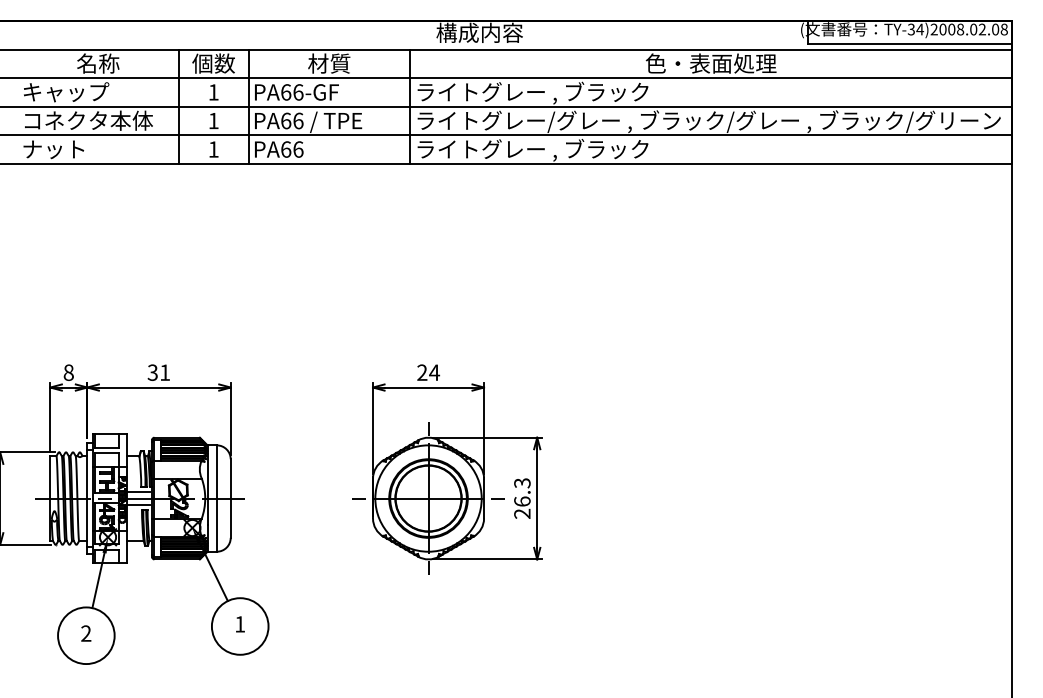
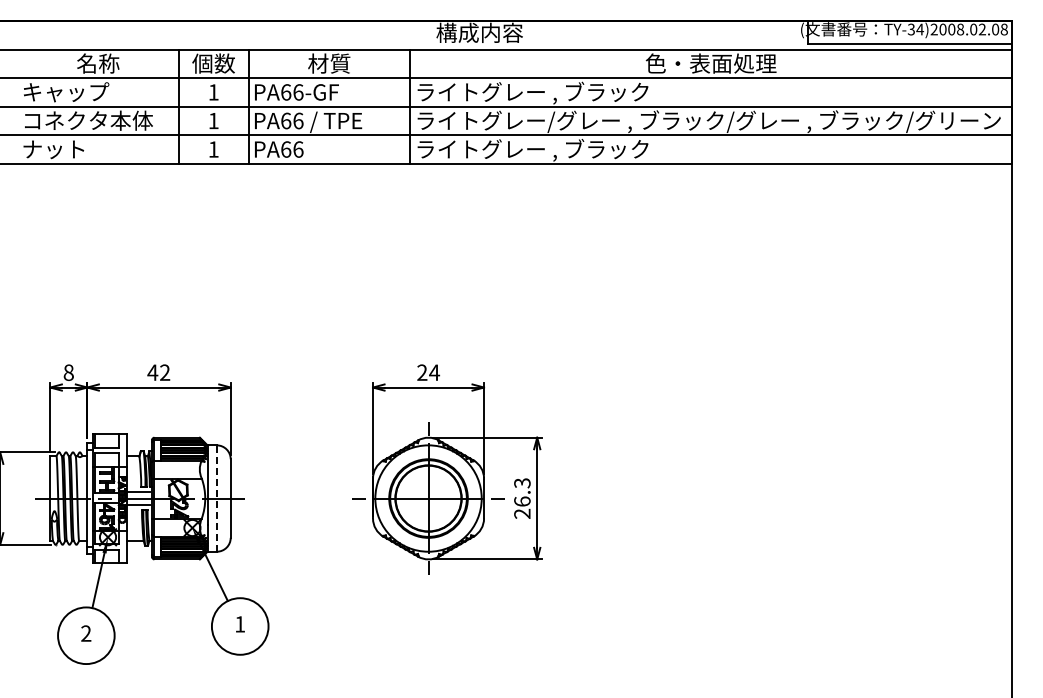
text at (158, 372): 31 -> 42
line at (216, 498): solid -> dashed
